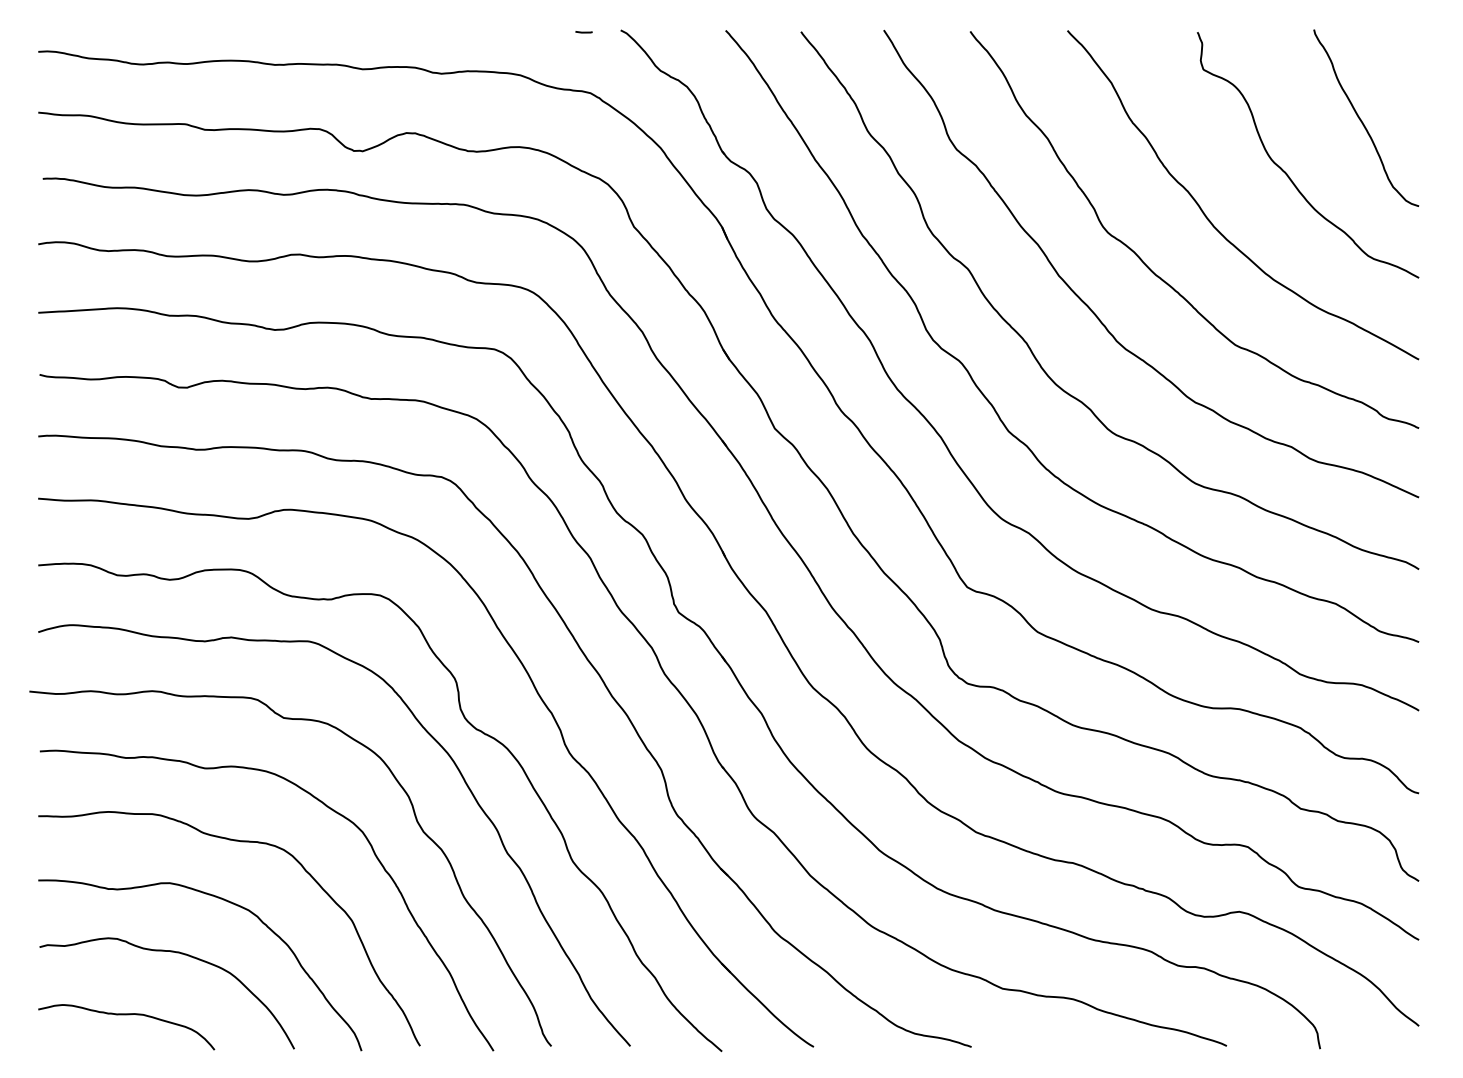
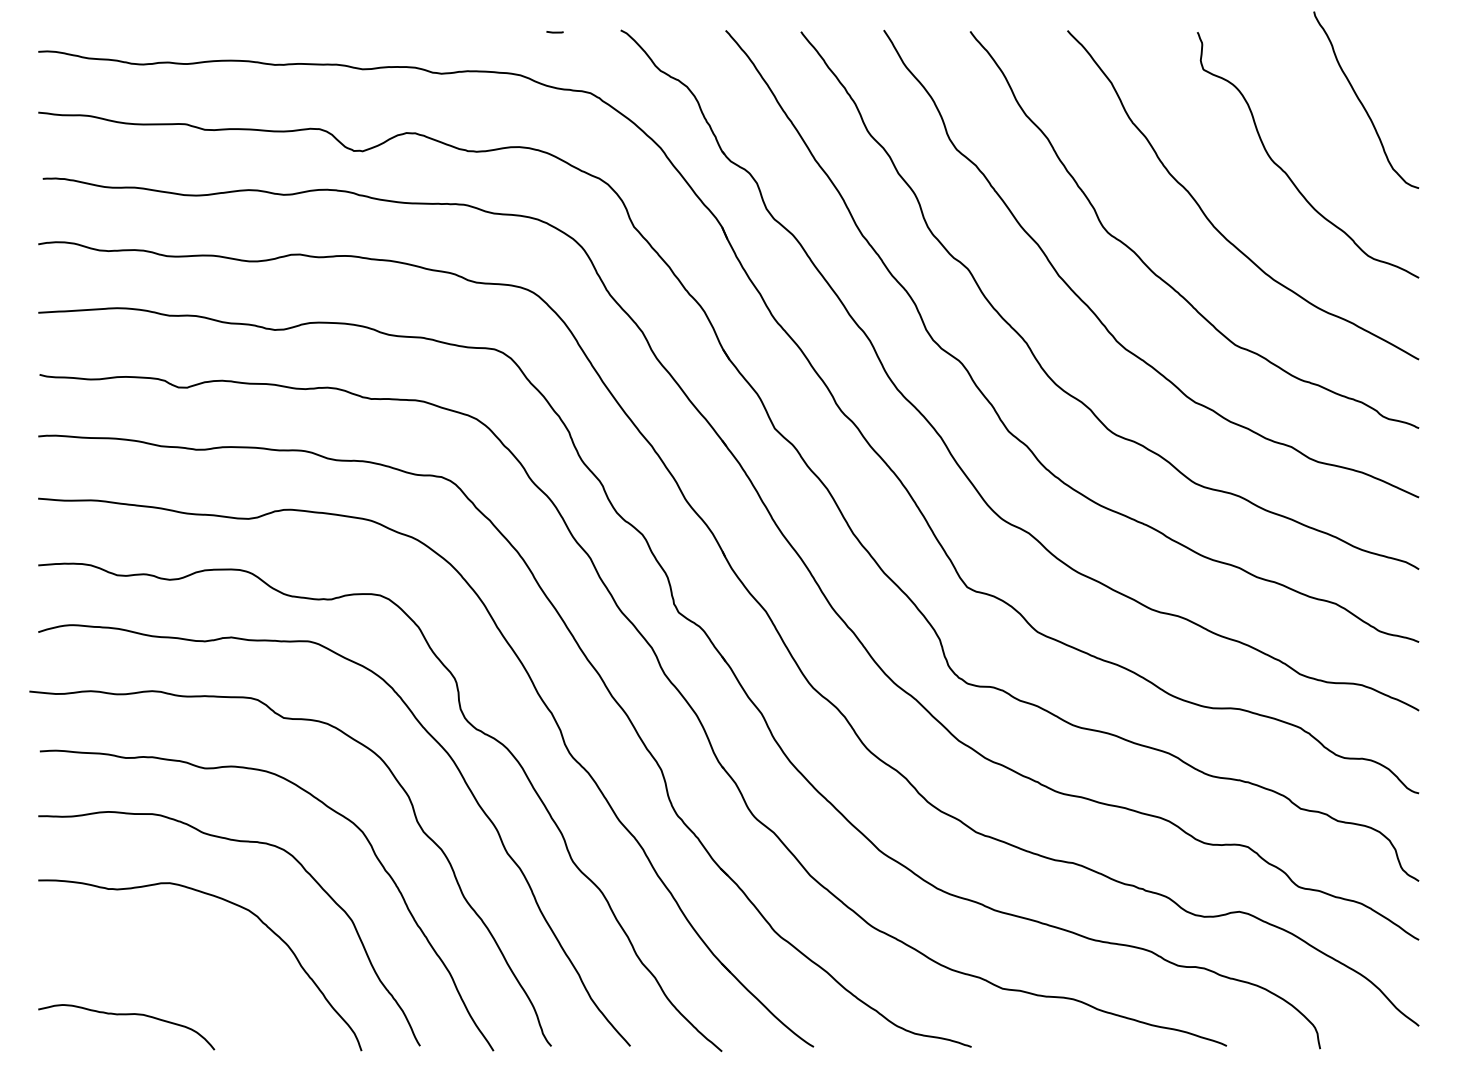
line at (583, 32) position: (583, 32) -> (554, 32)
curve at (1361, 119) position: (1361, 119) -> (1361, 101)
curve at (170, 952): present -> none
